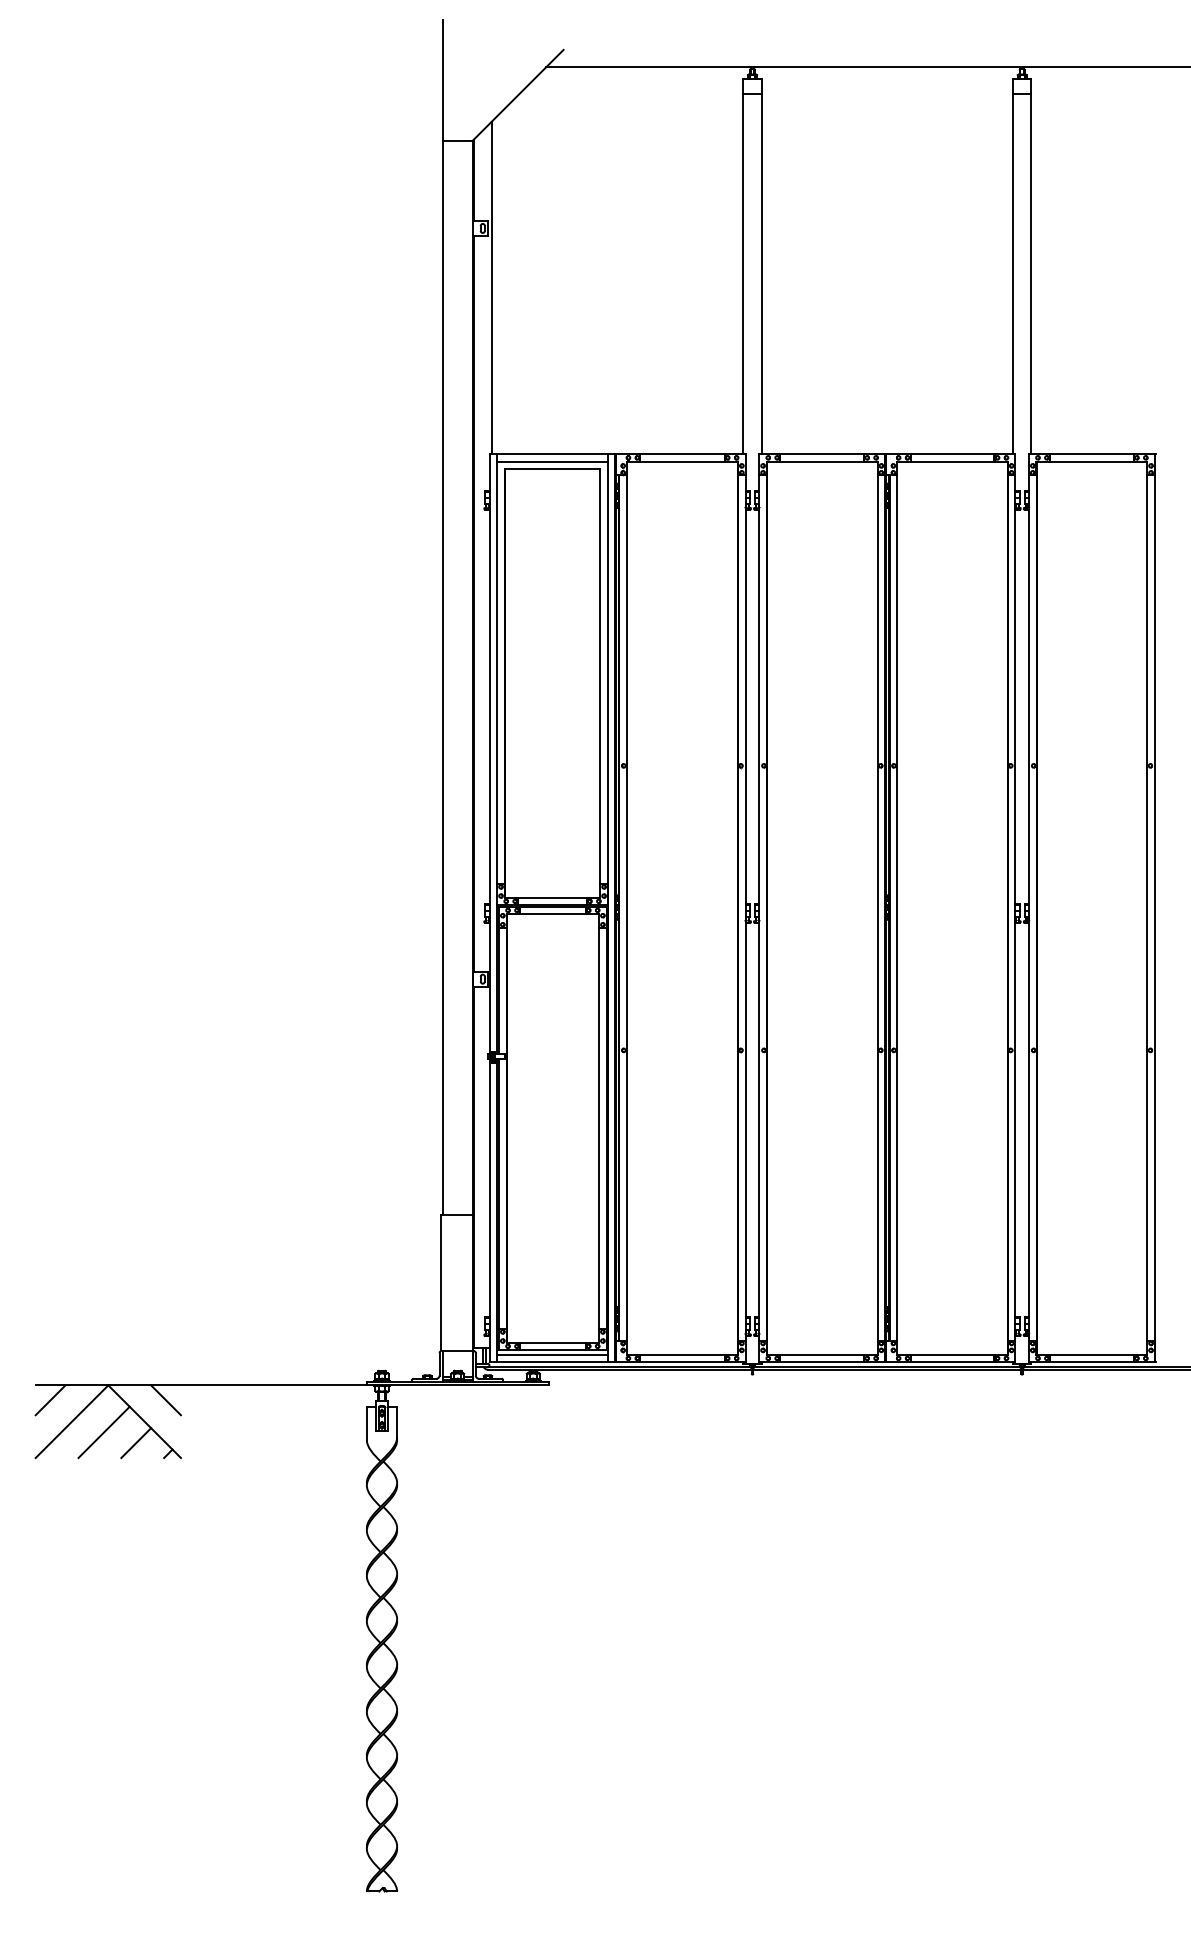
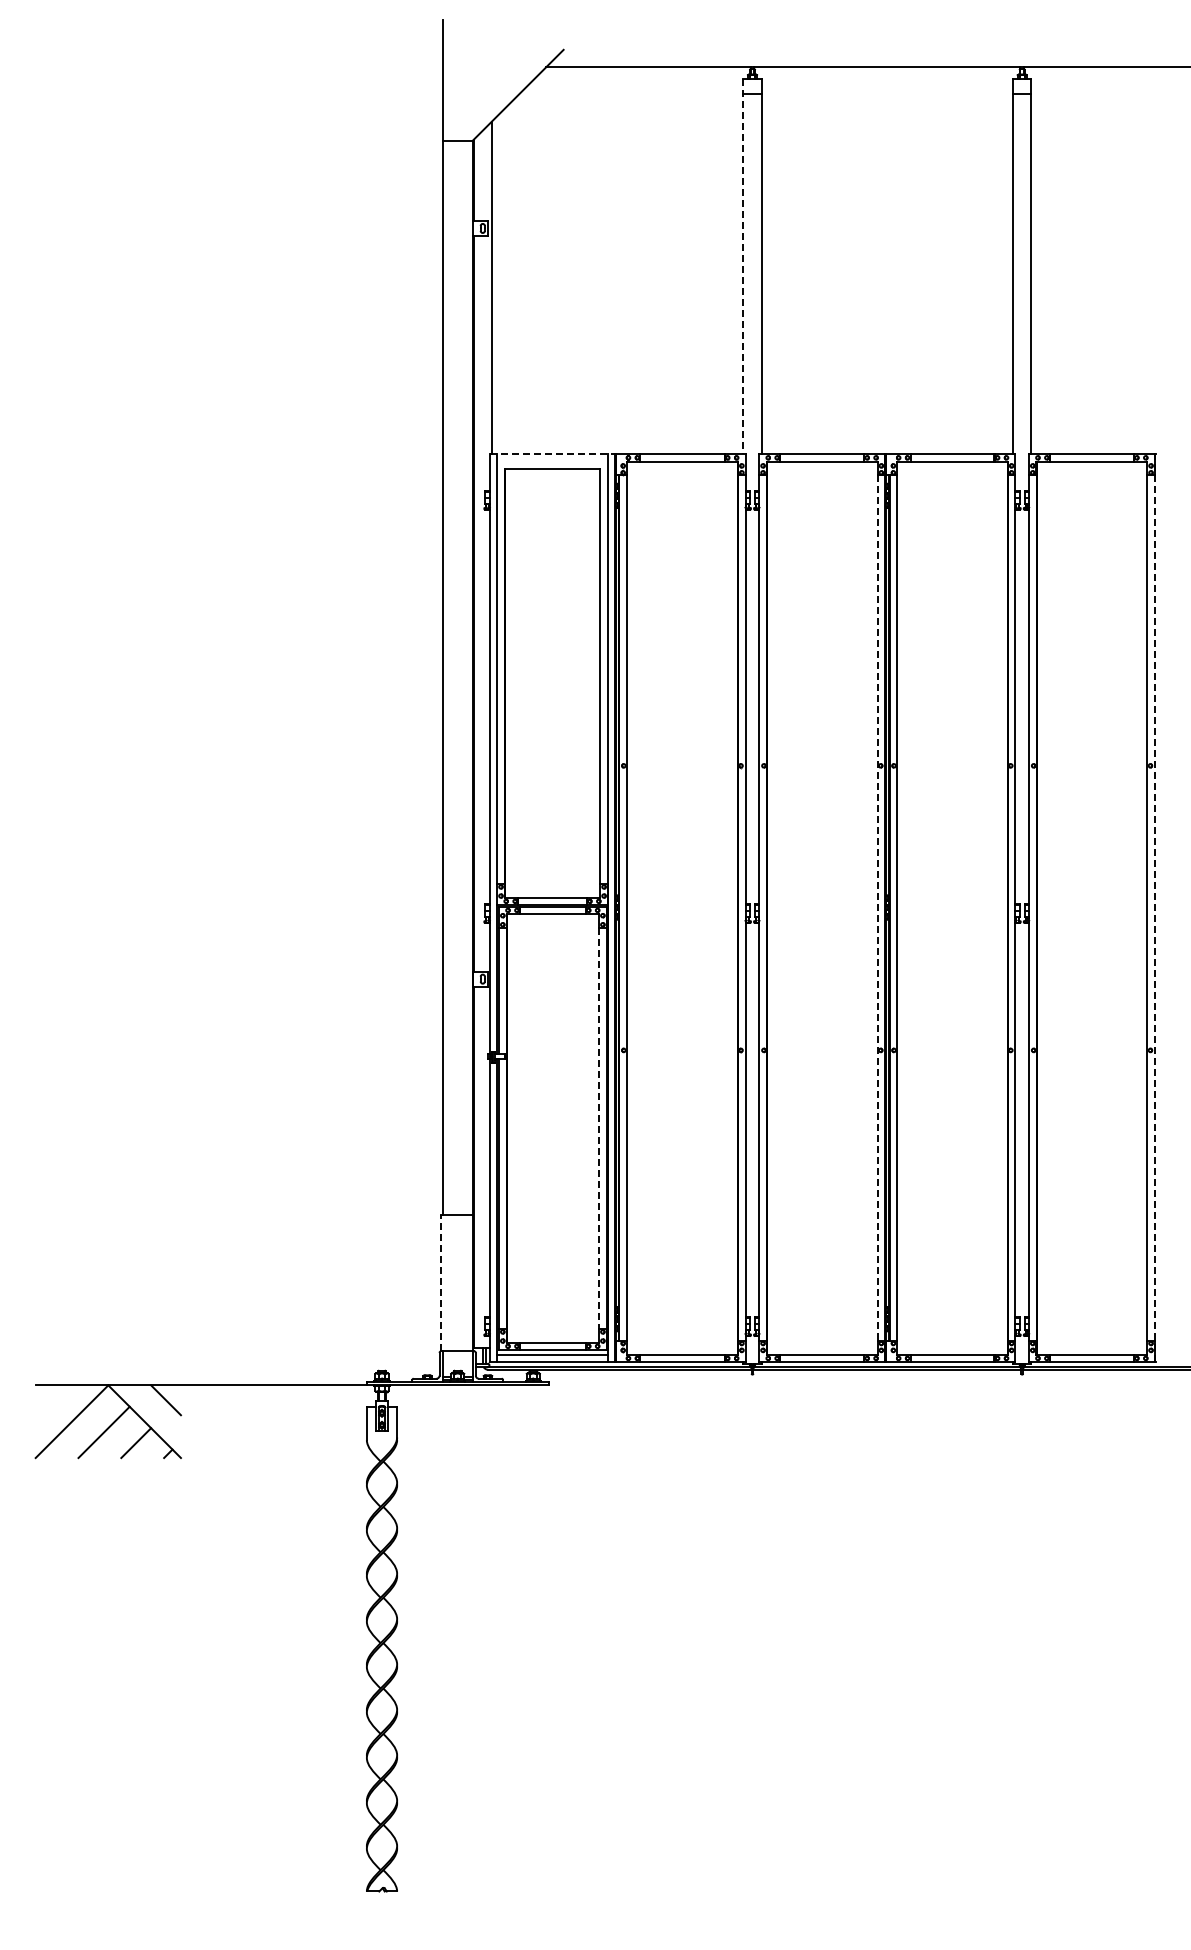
line at (743, 266): solid -> dashed
line at (553, 454): solid -> dashed
line at (552, 461): present -> none
line at (1154, 907): solid -> dashed
line at (877, 908): solid -> dashed
line at (599, 1128): solid -> dashed
line at (441, 1282): solid -> dashed
line at (50, 1400): present -> none
